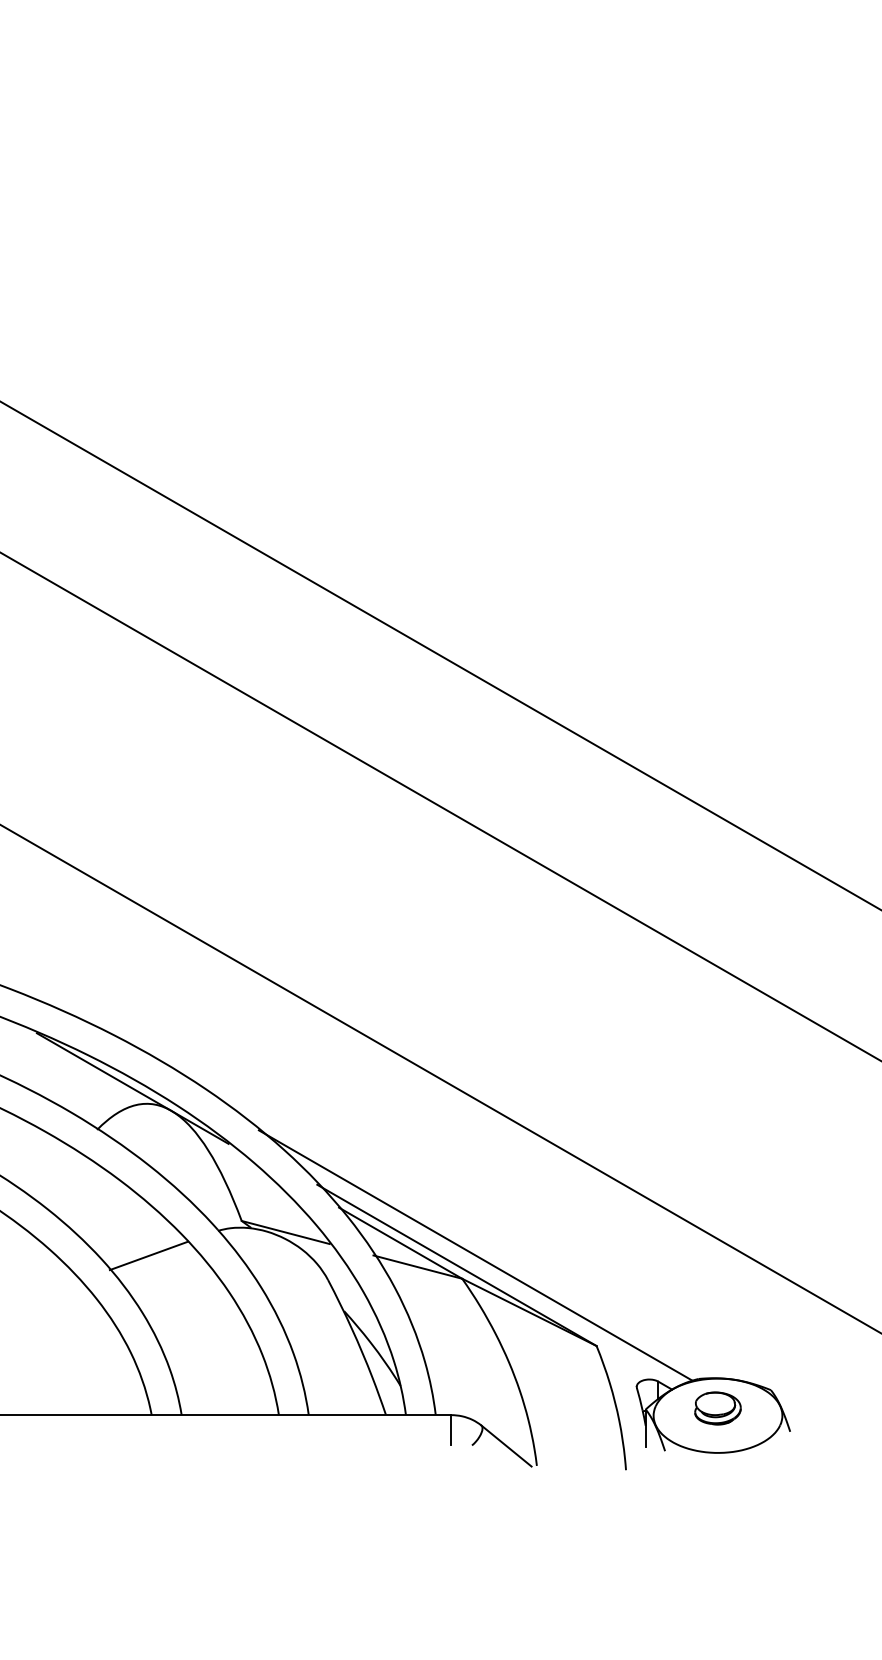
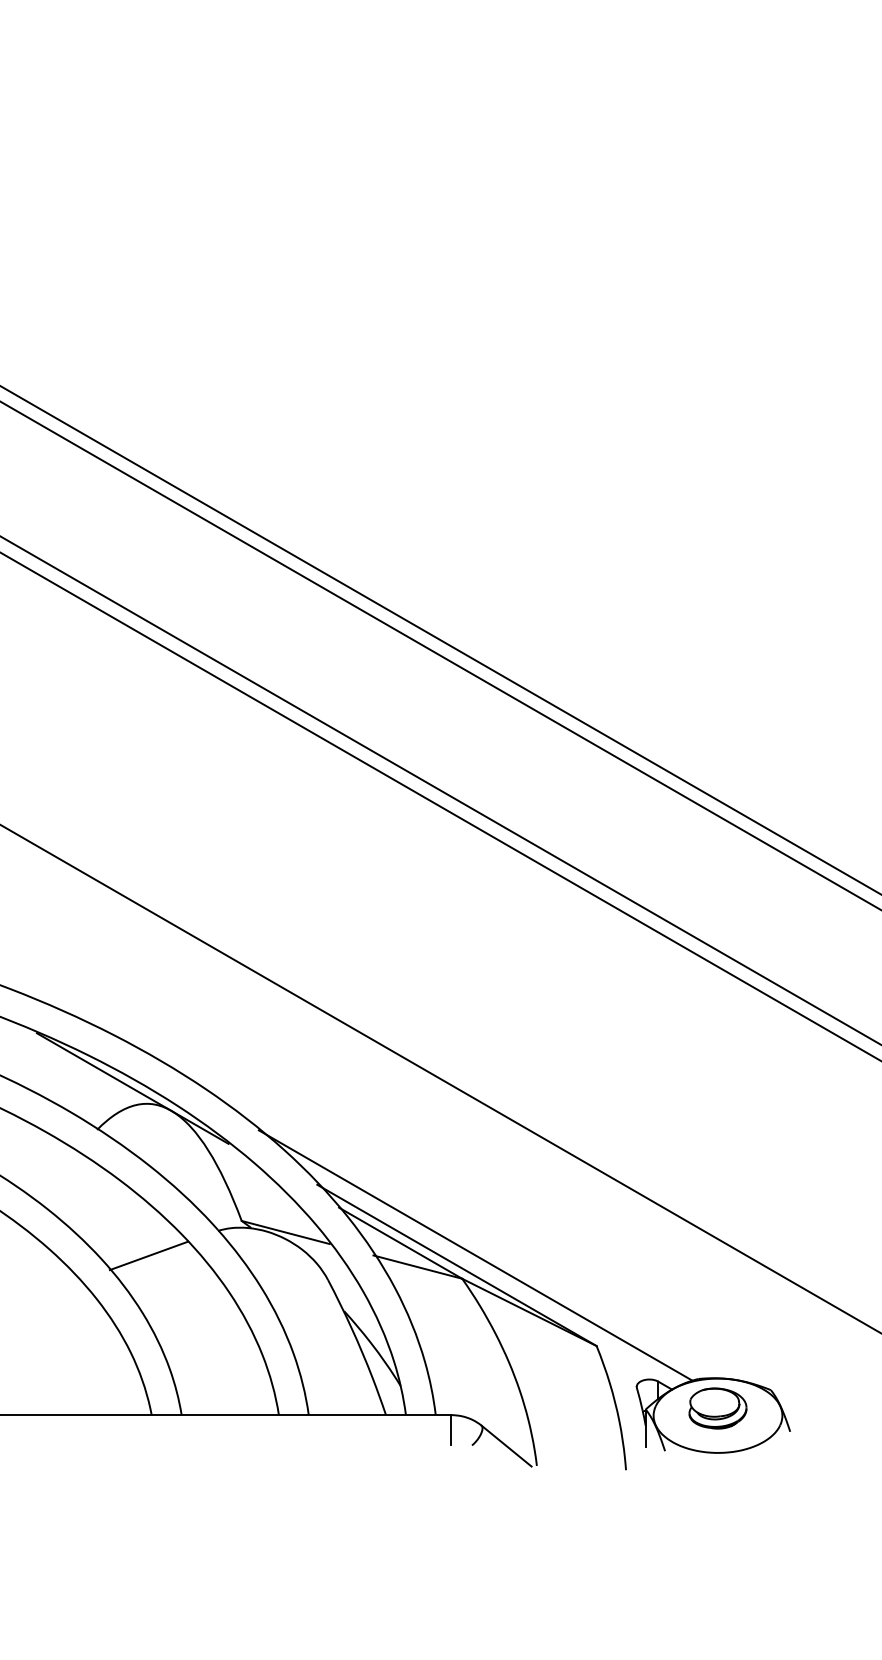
line at (440, 639): none -> present
line at (440, 790): none -> present
part at (717, 1408) size: 48x35 px -> 60x43 px
